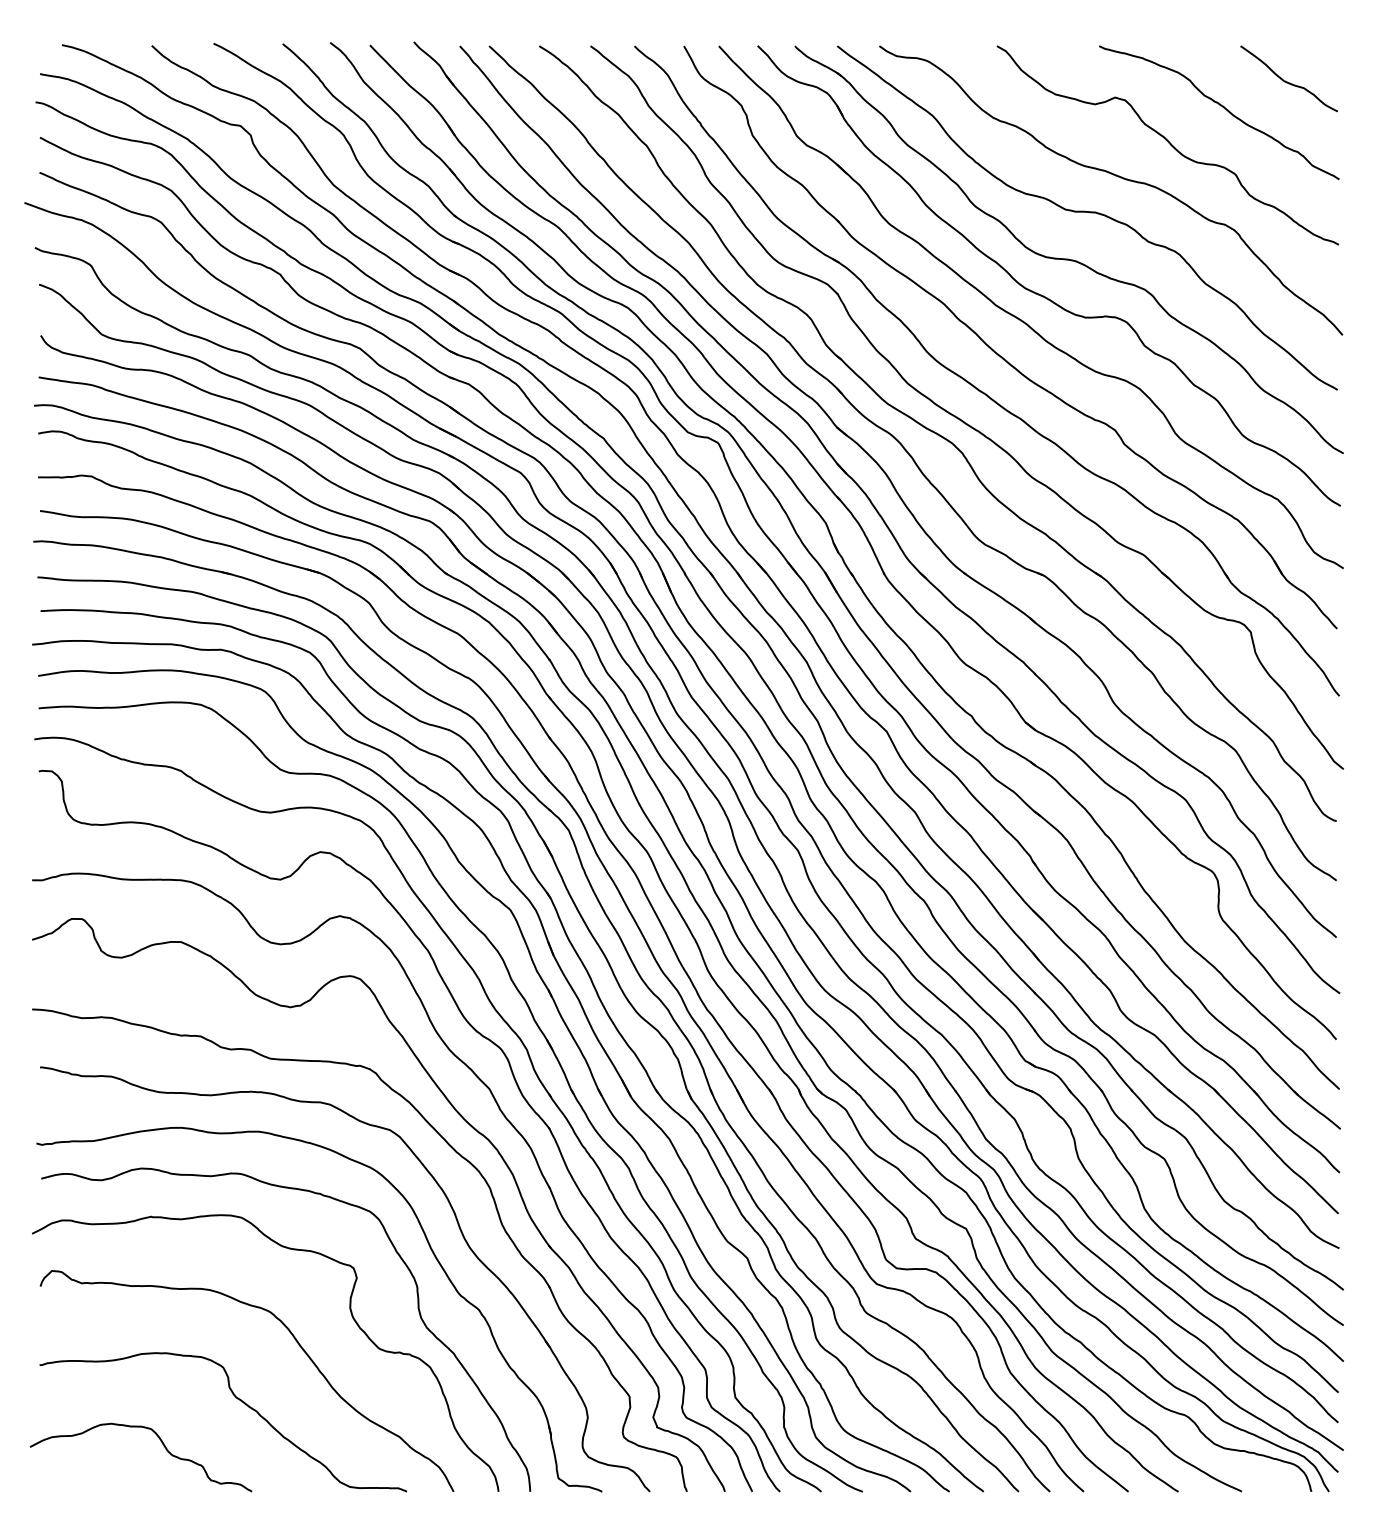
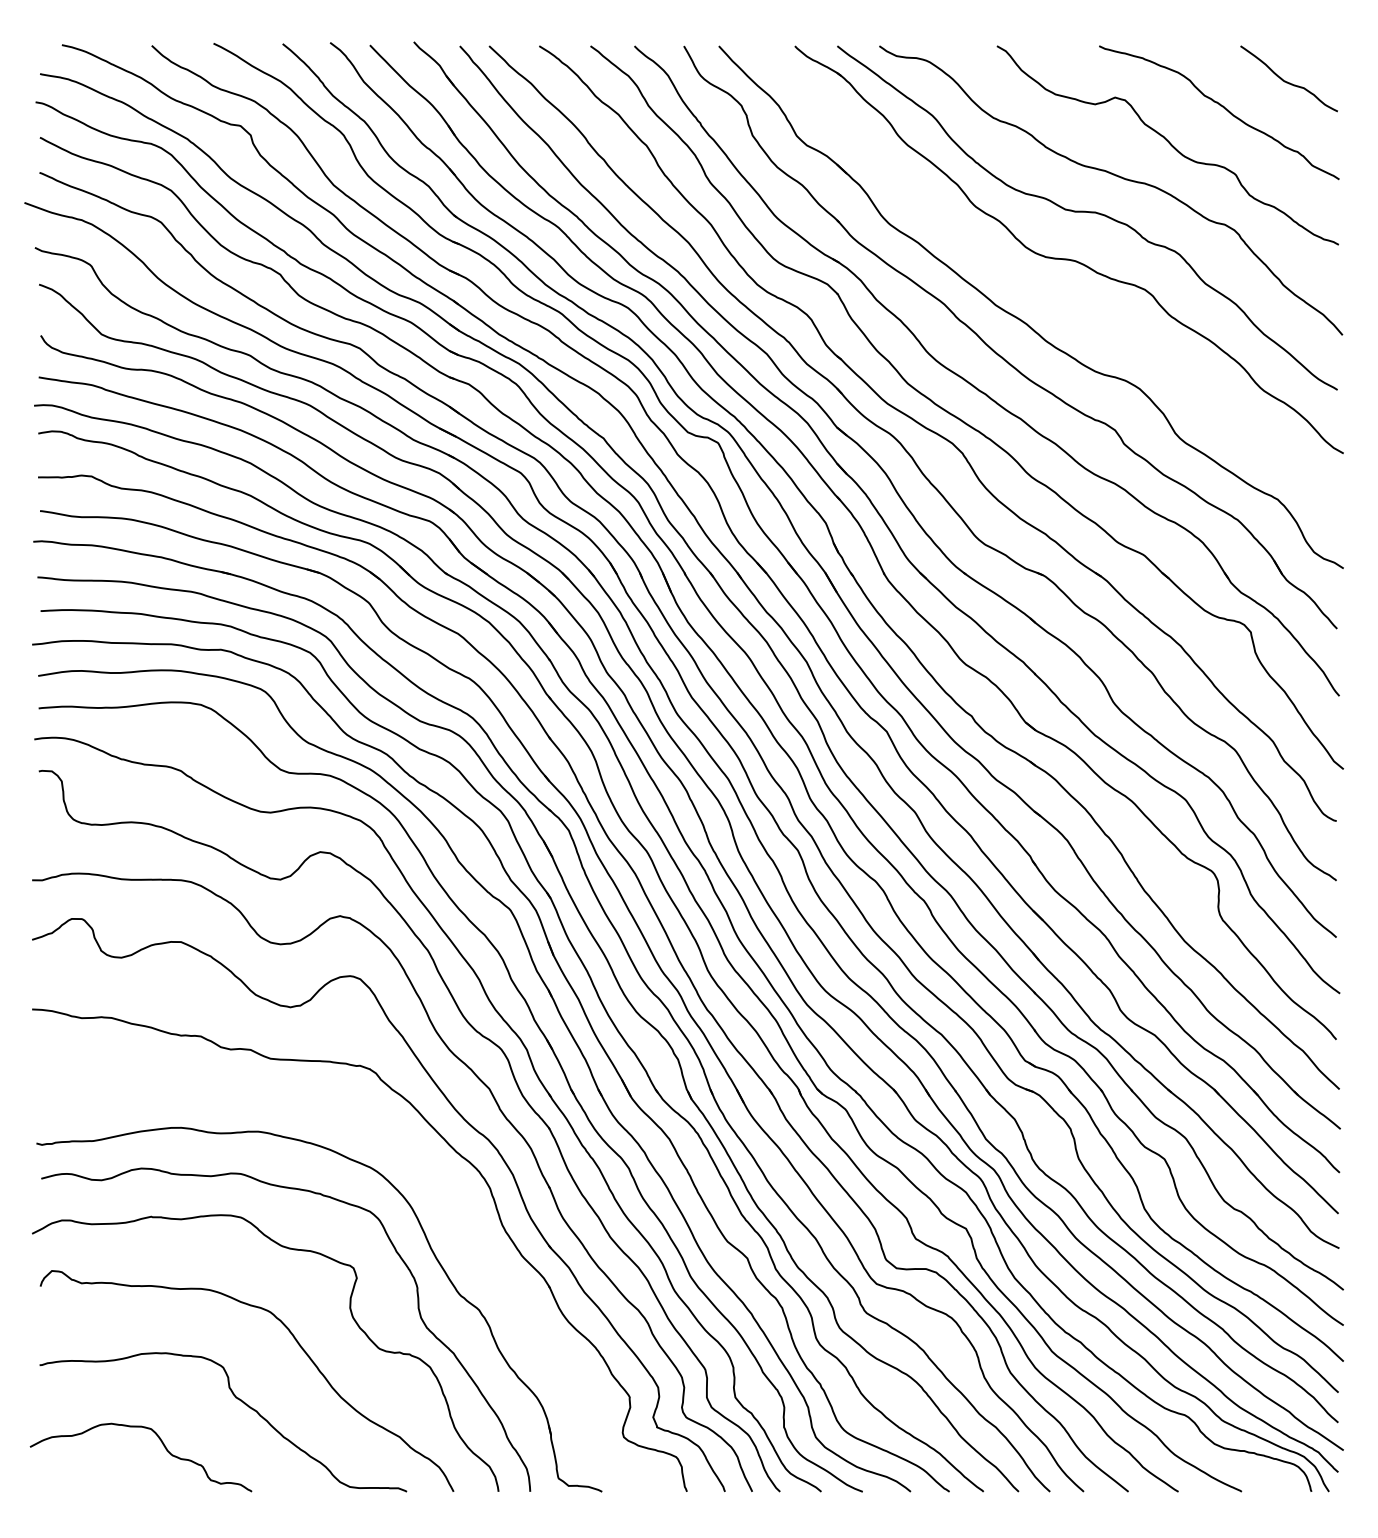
part at (1039, 293): present -> none
part at (460, 1232): present -> none
